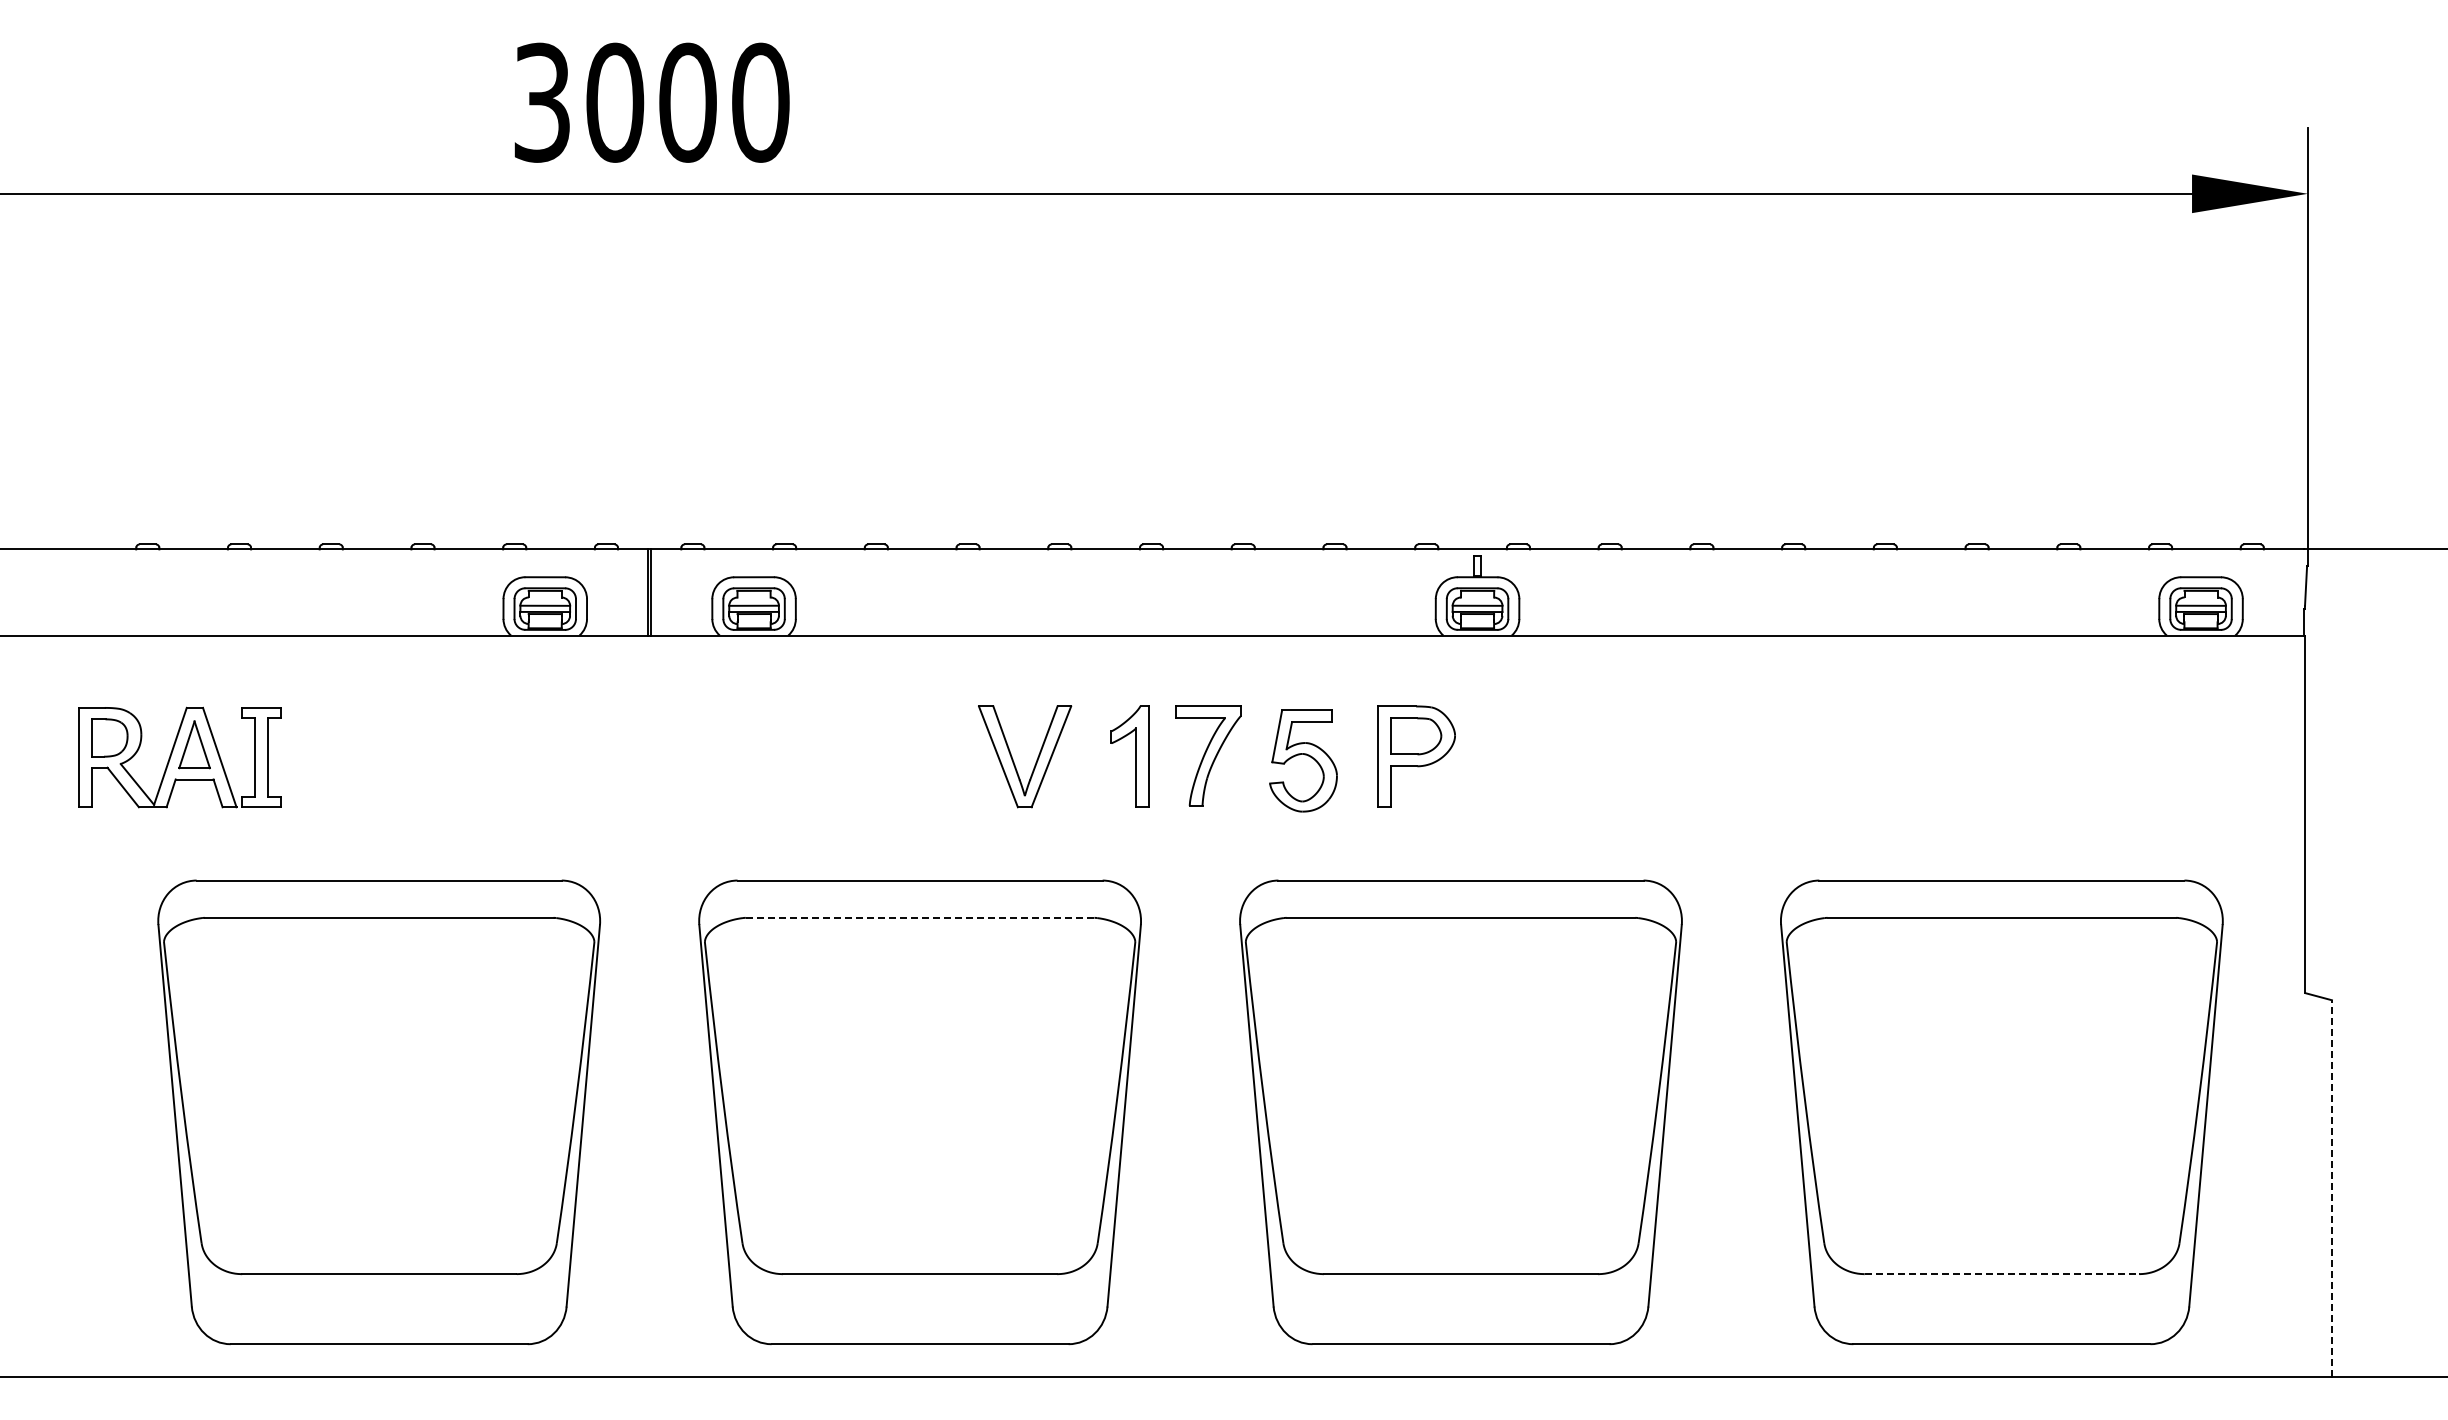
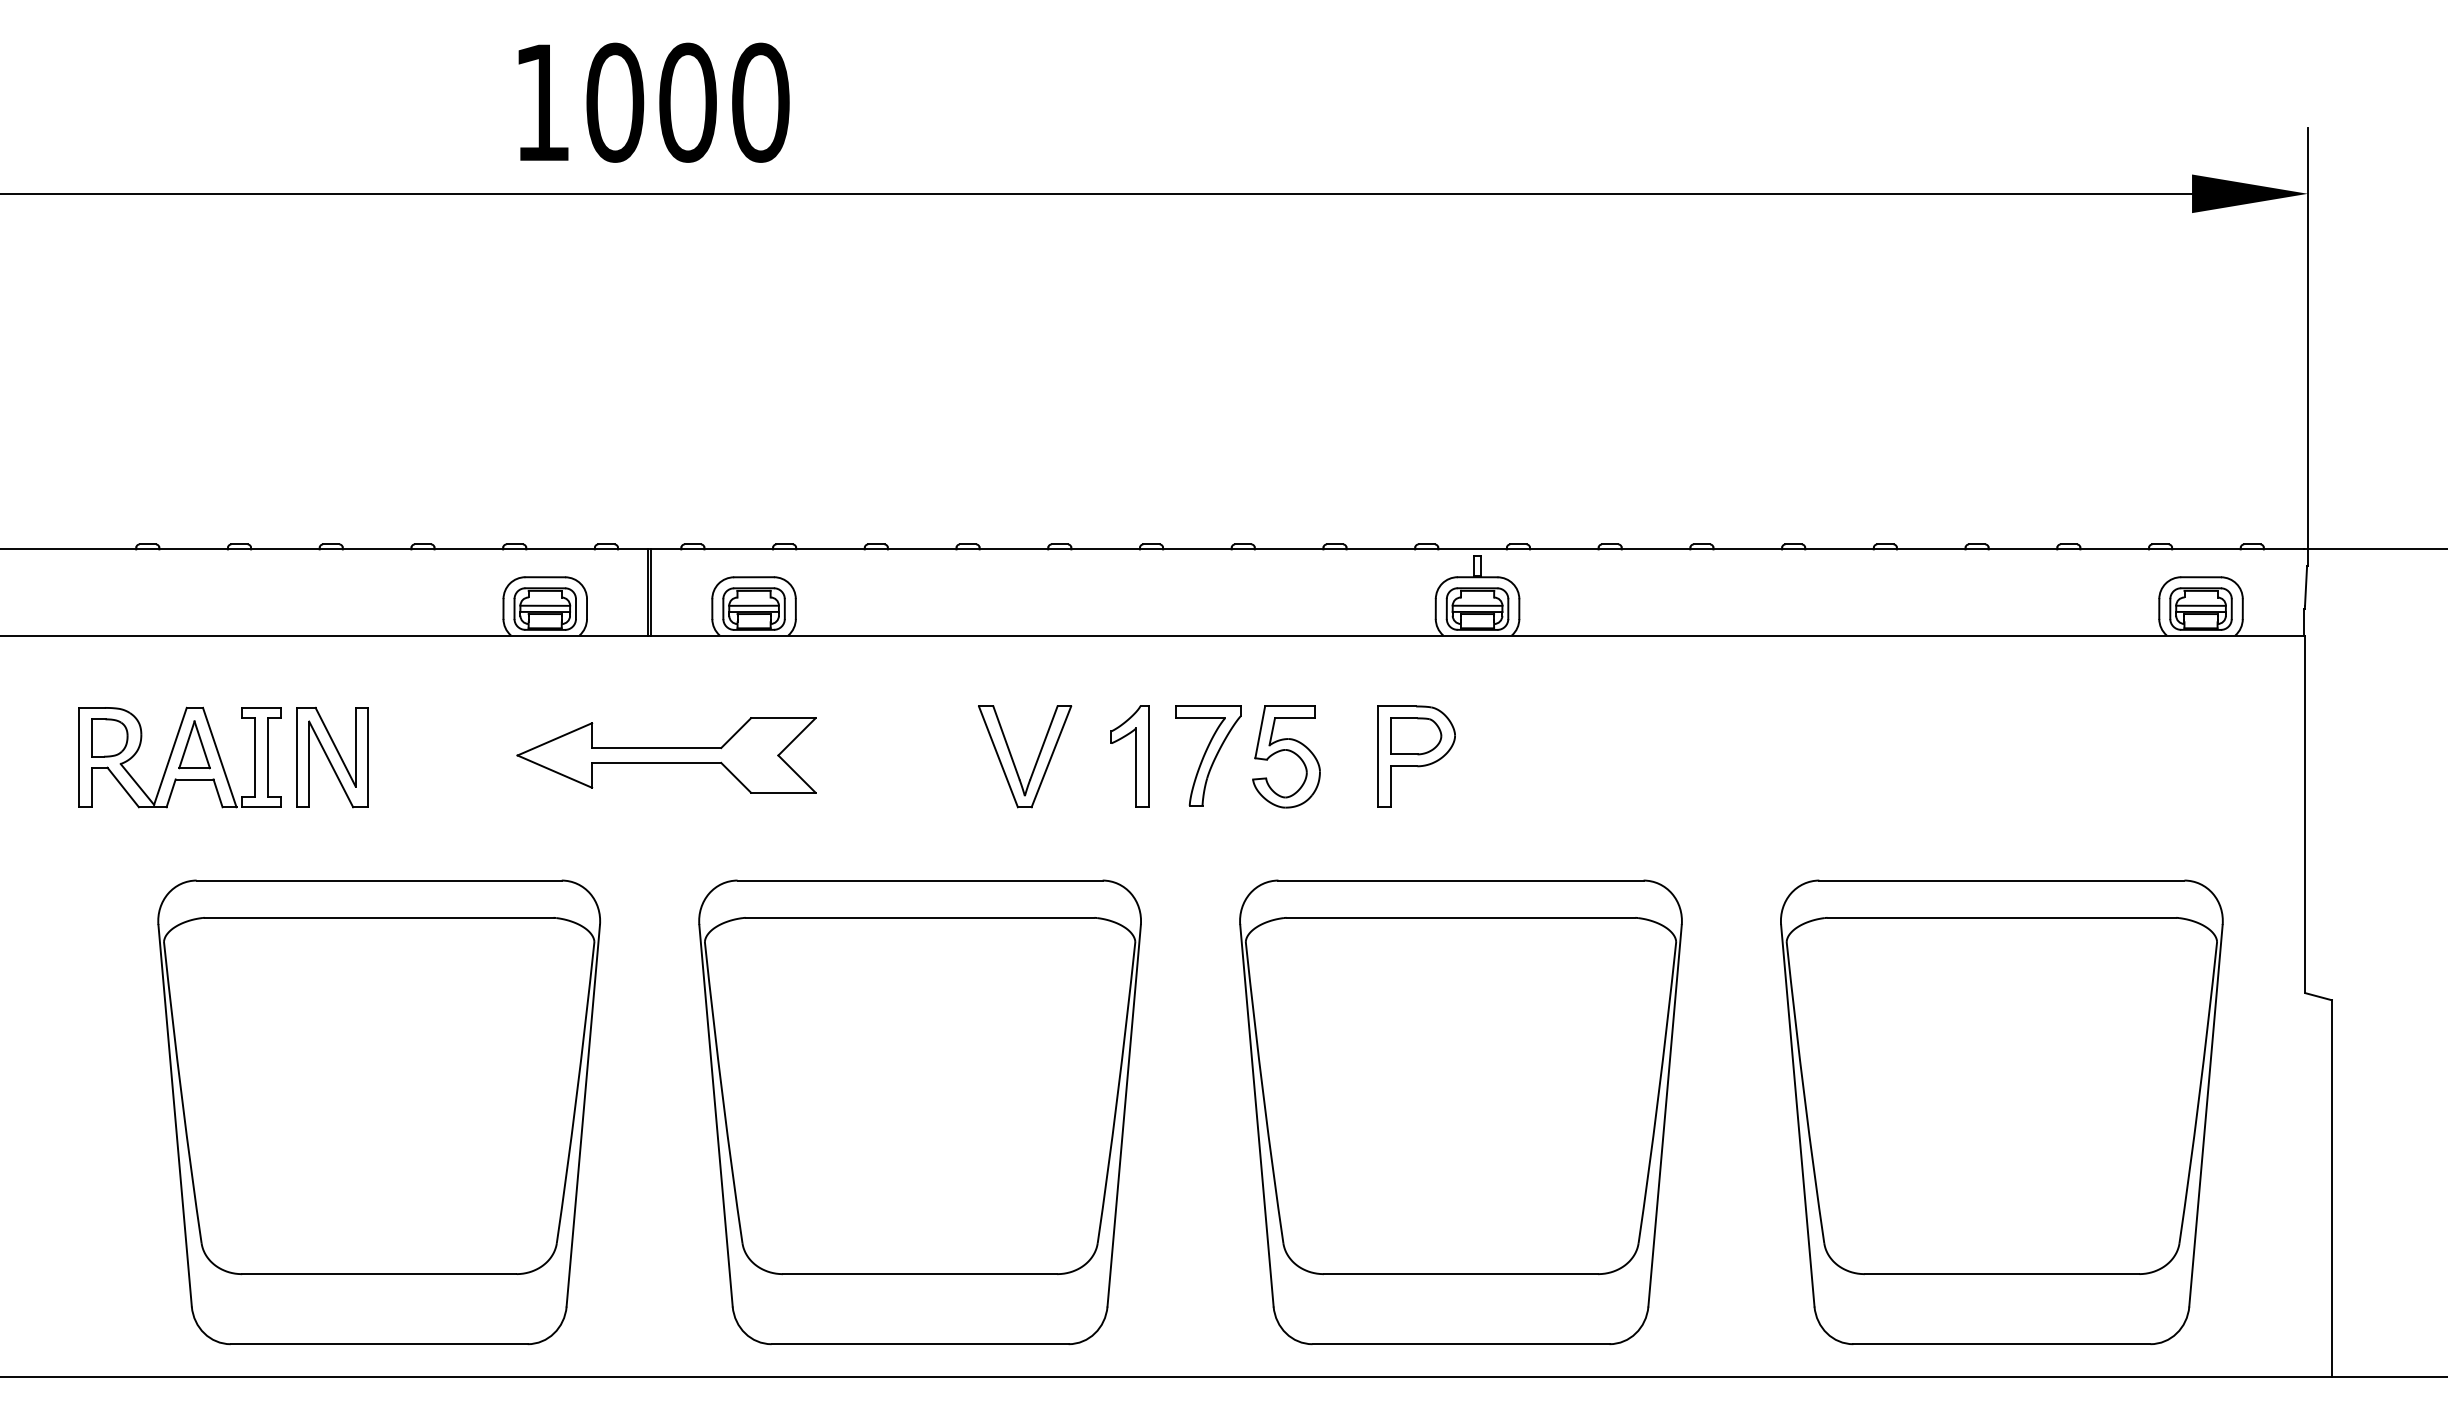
text at (541, 102): 3000 -> 1000
part at (666, 755): none -> present
part at (332, 757): none -> present
part at (1303, 760) position: (1303, 760) -> (1286, 756)
line at (920, 917): dashed -> solid
line at (2331, 1188): dashed -> solid
line at (2002, 1274): dashed -> solid
